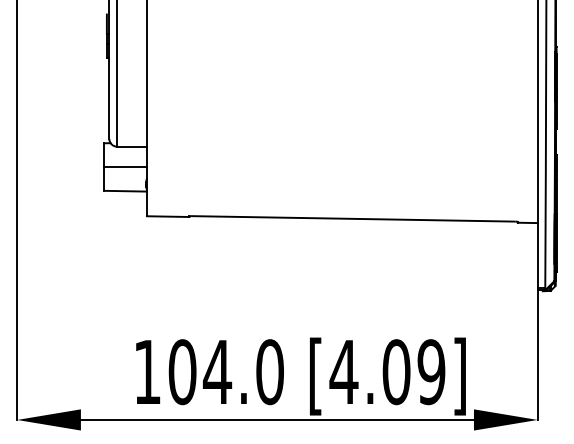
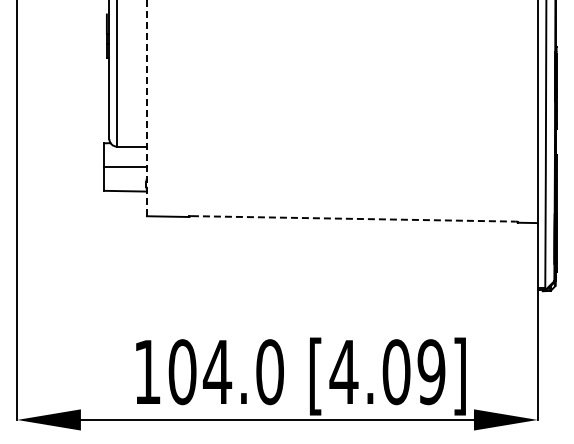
line at (146, 108): solid -> dashed
line at (354, 218): solid -> dashed
